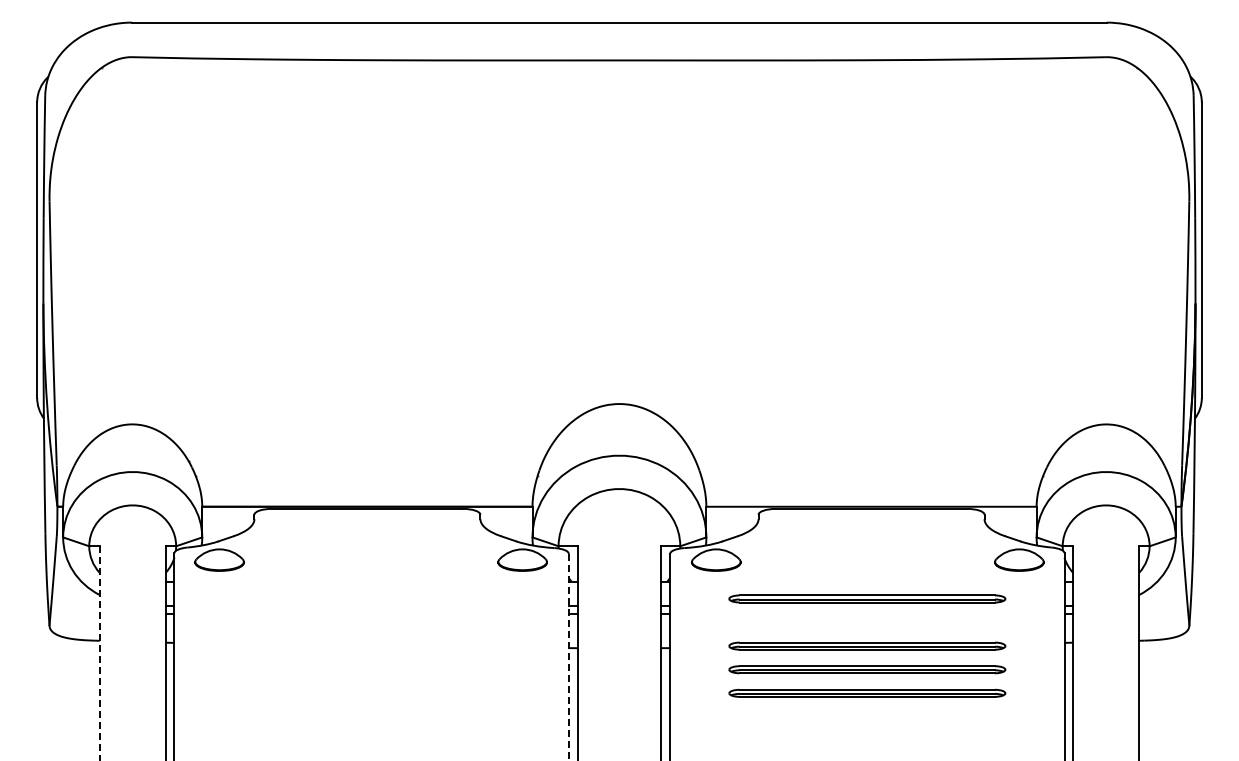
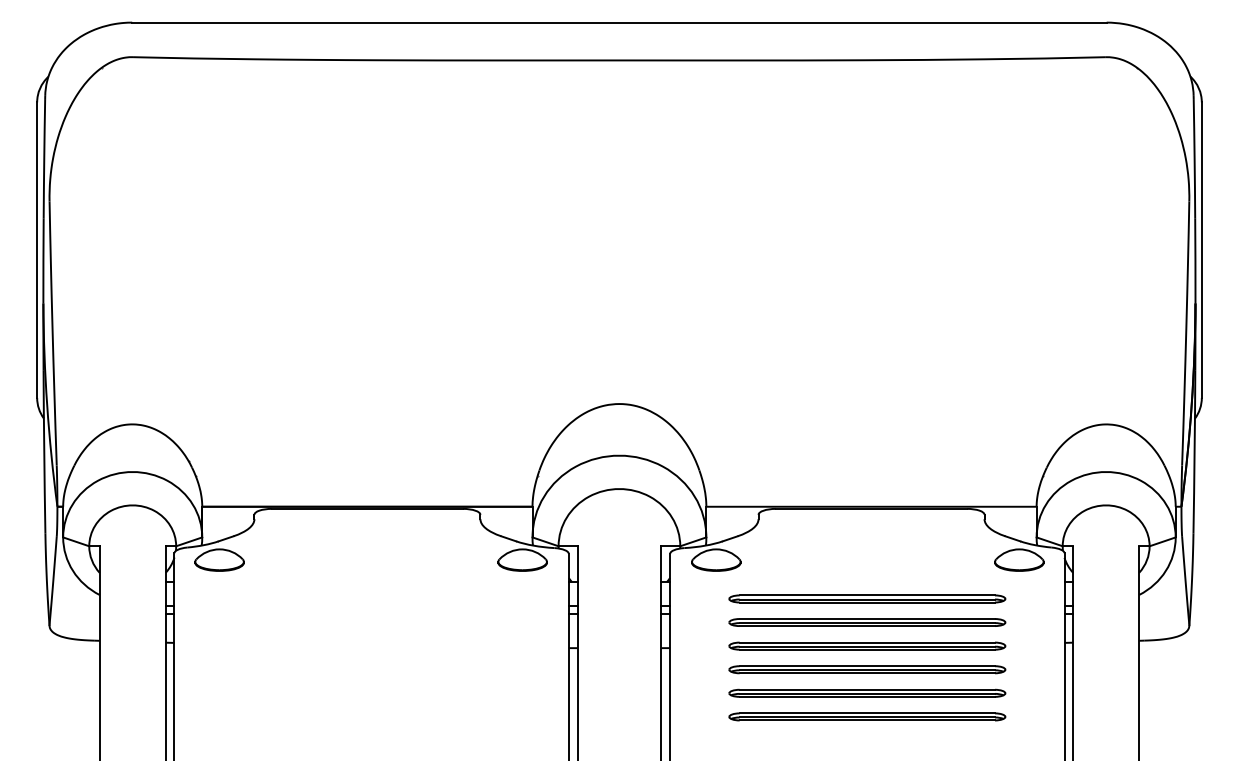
part at (867, 622): none -> present
line at (99, 654): dashed -> solid
line at (568, 657): dashed -> solid
part at (867, 716): none -> present
